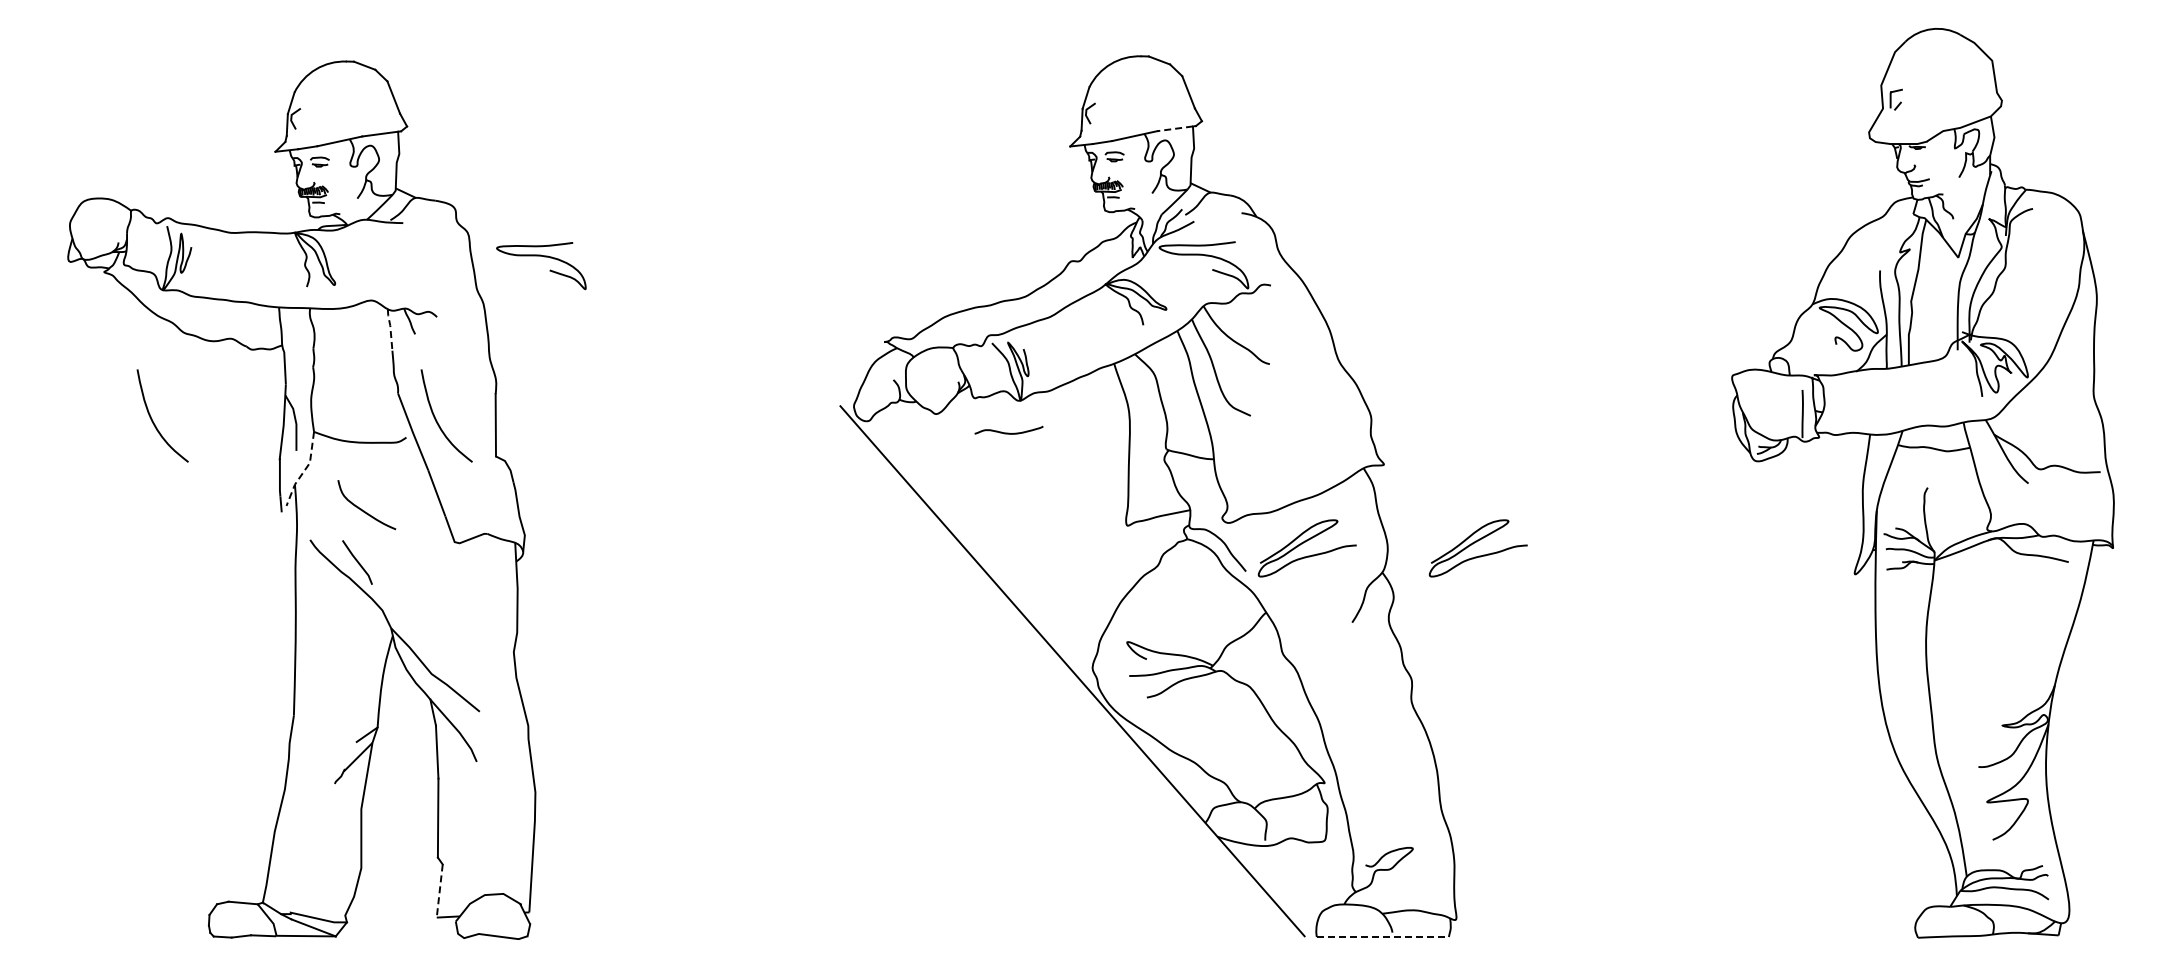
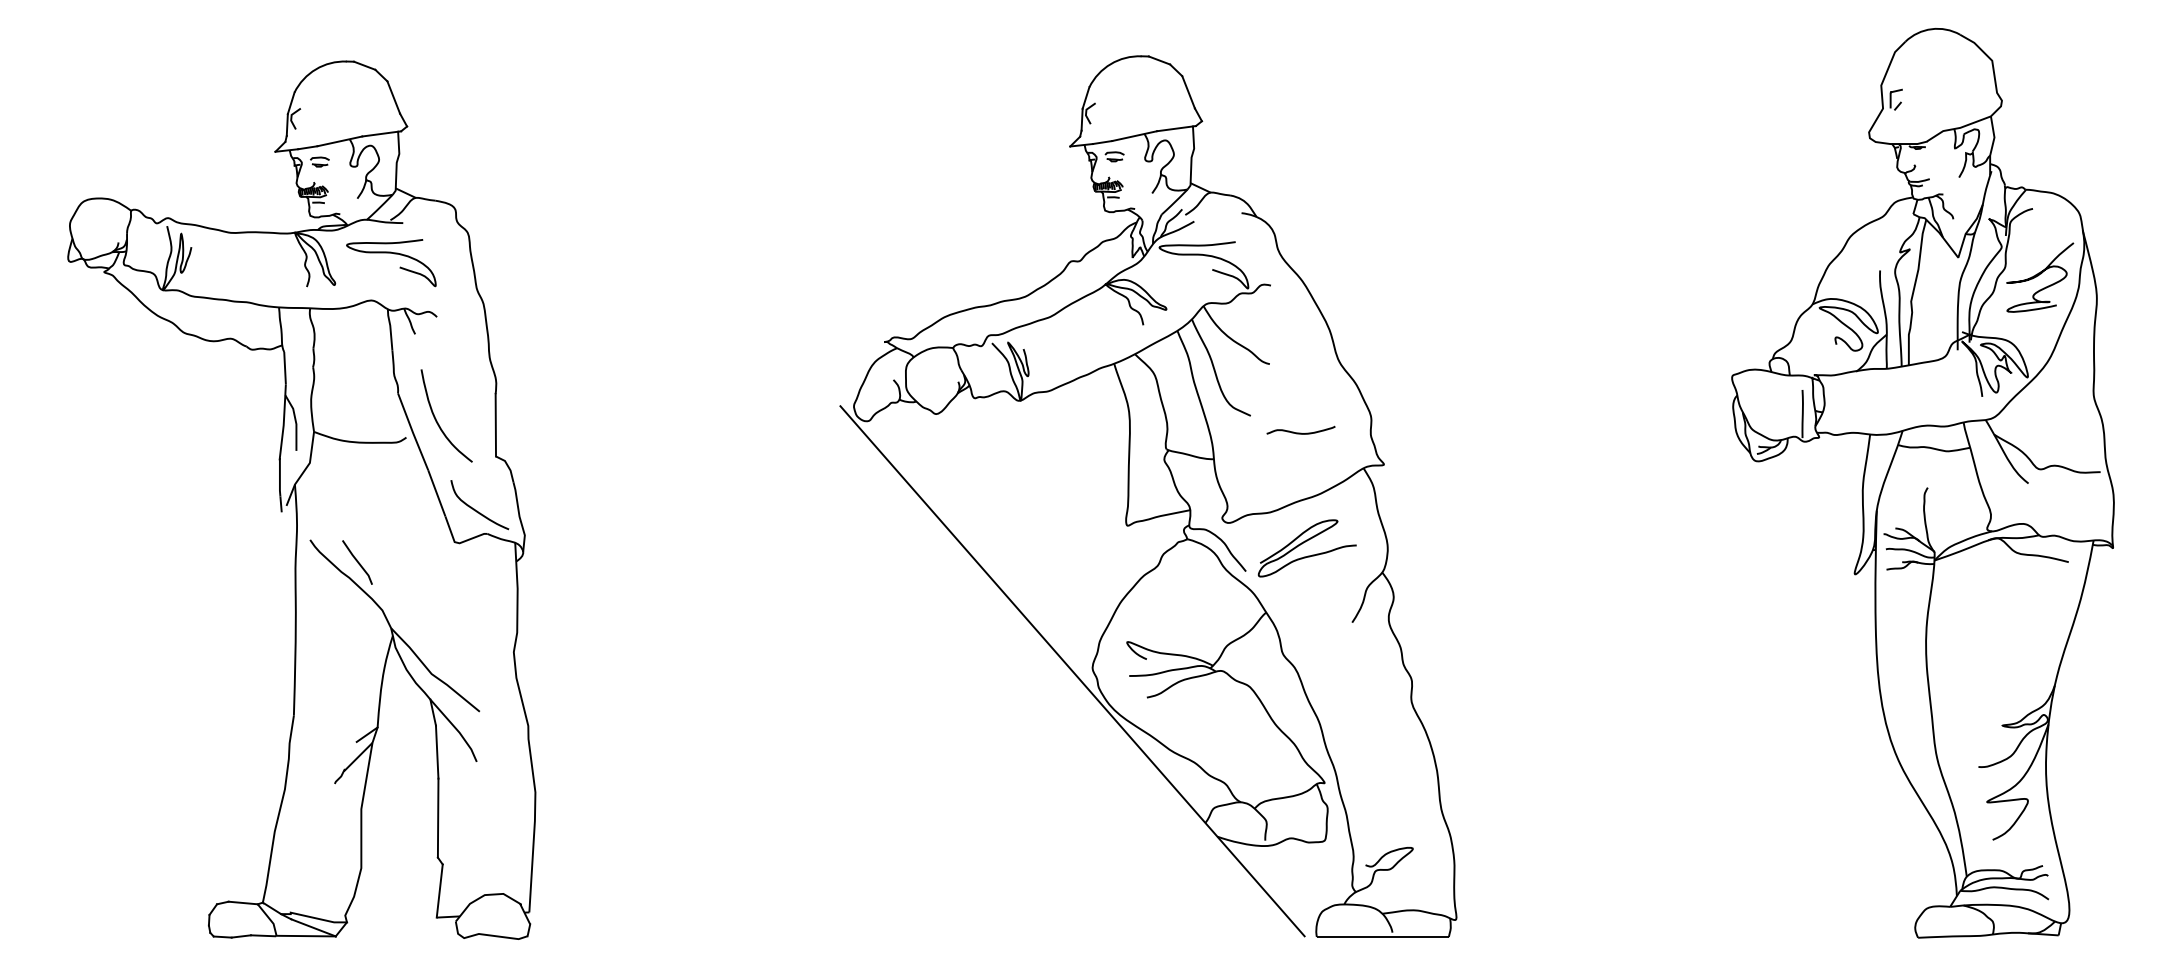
line at (1174, 128): dashed -> solid
curve at (549, 270) position: (549, 270) -> (399, 267)
curve at (2039, 275): none -> present
line at (390, 328): dashed -> solid
curve at (153, 420): present -> none
curve at (1008, 432) position: (1008, 432) -> (1300, 432)
line at (304, 470): dashed -> solid
curve at (364, 510) position: (364, 510) -> (477, 510)
curve at (1473, 544): present -> none
line at (439, 891): dashed -> solid
line at (1383, 937): dashed -> solid
